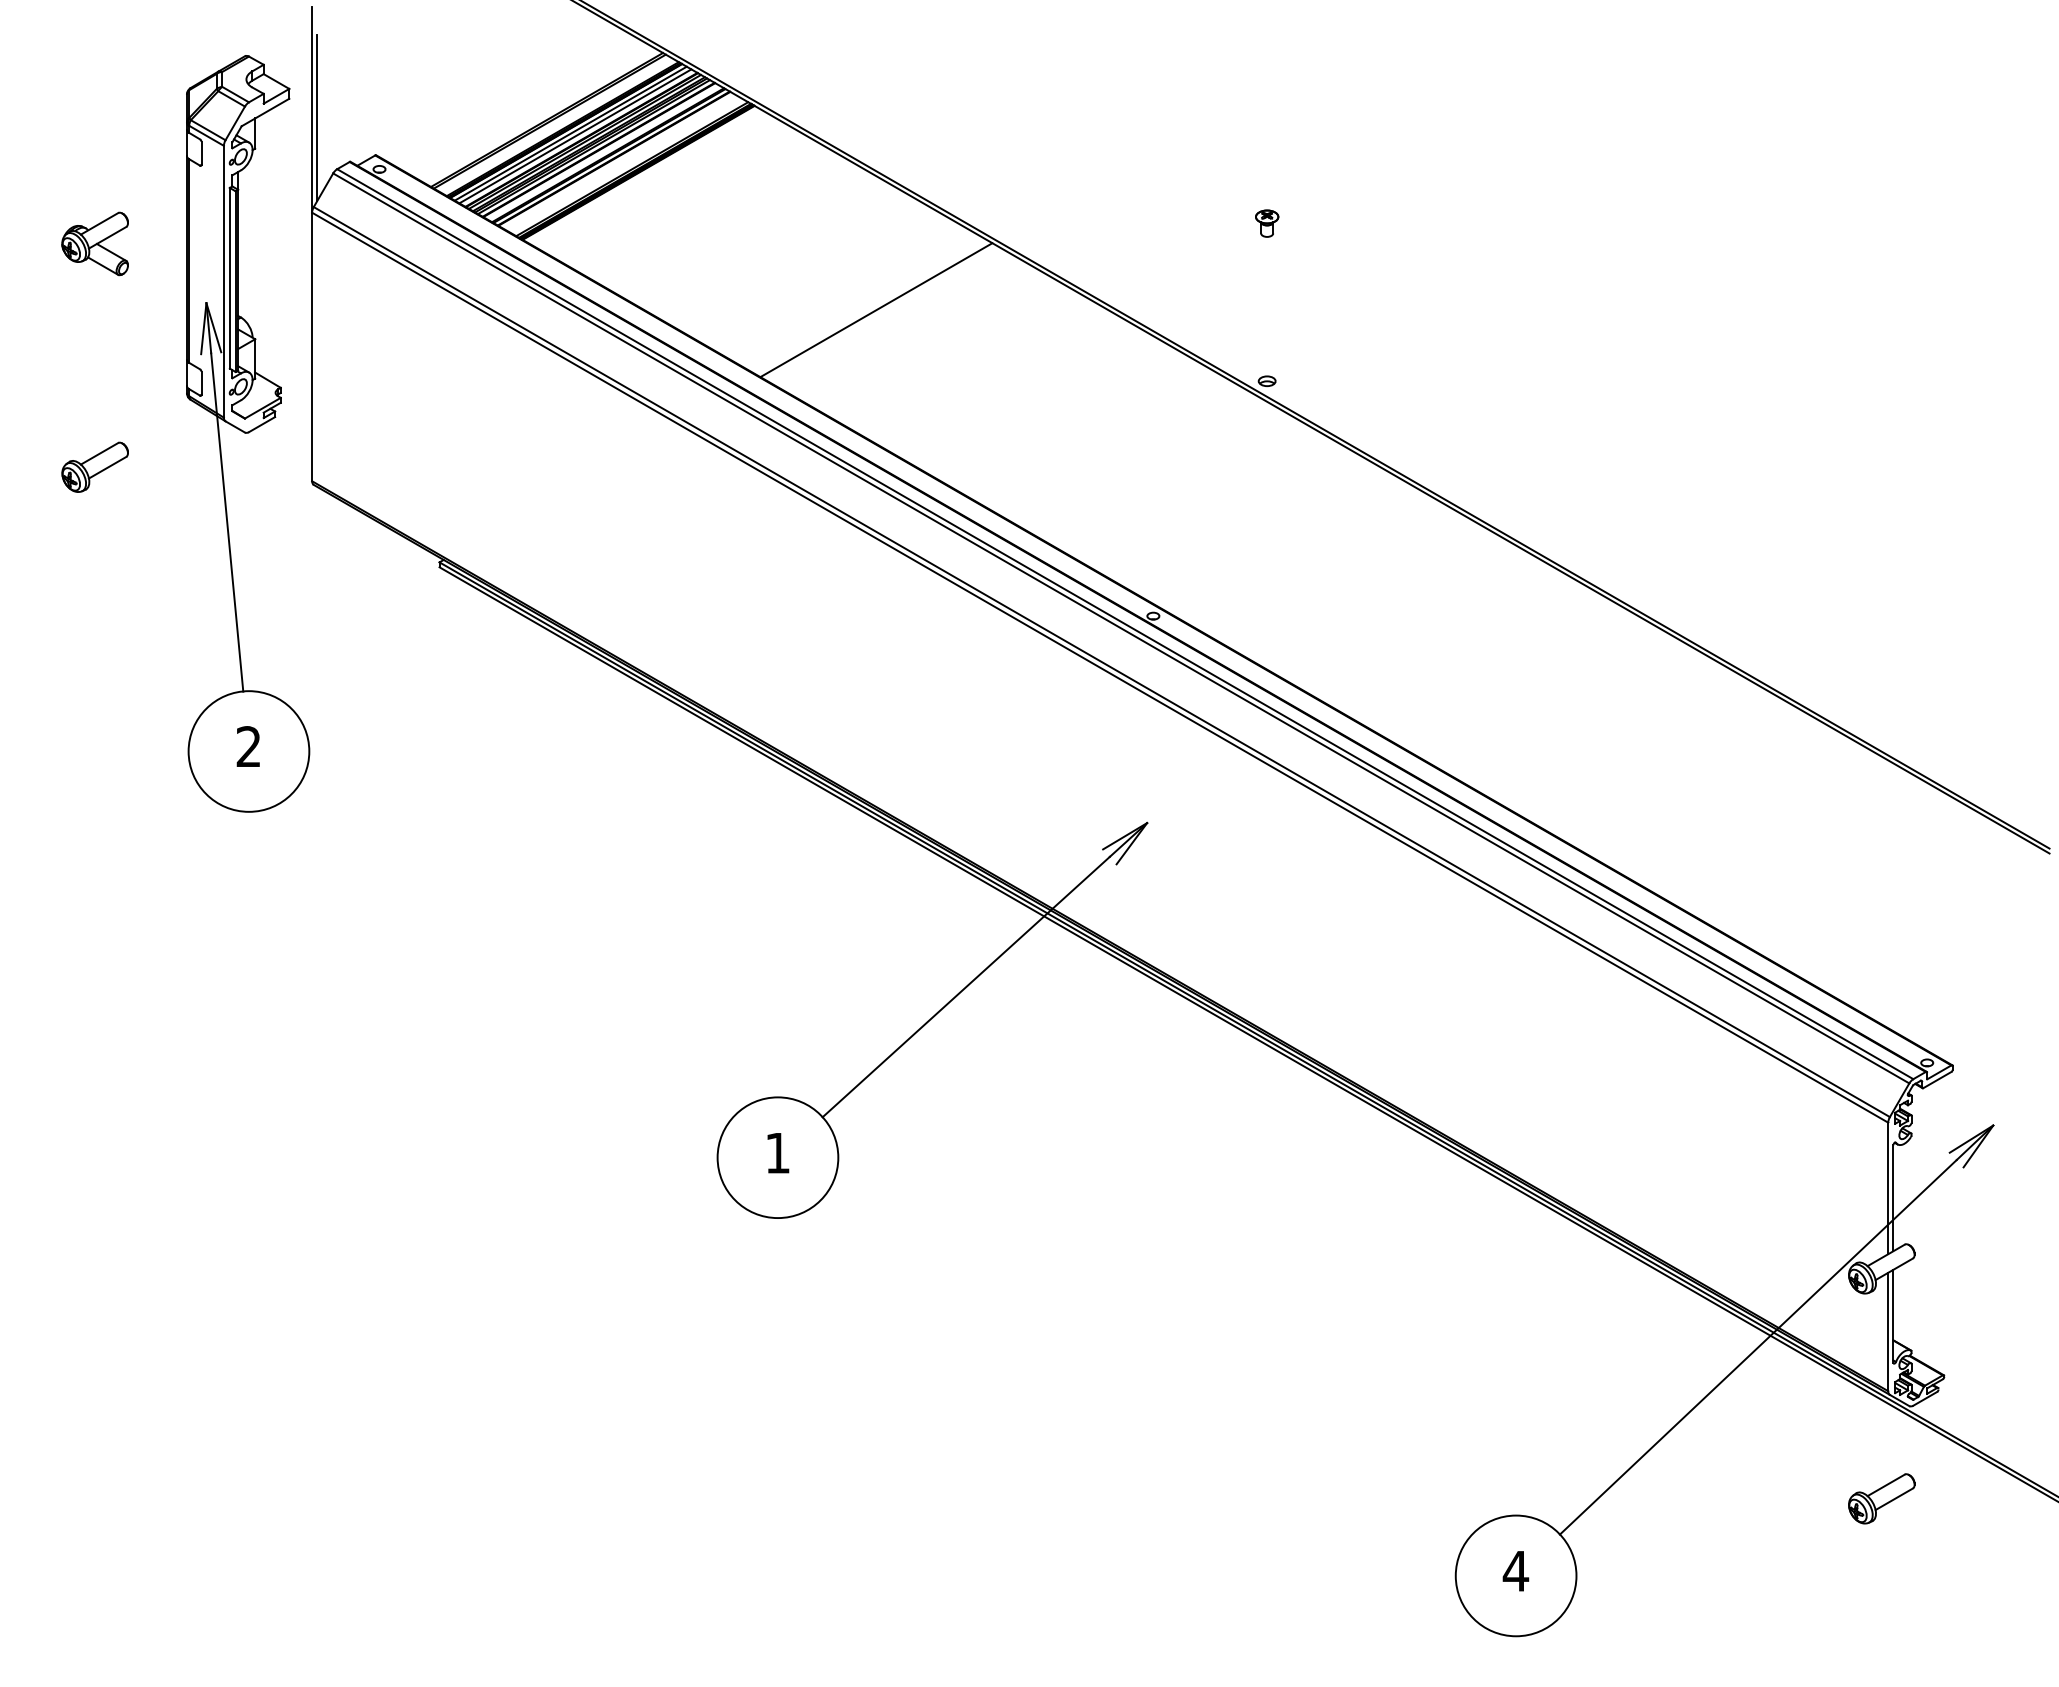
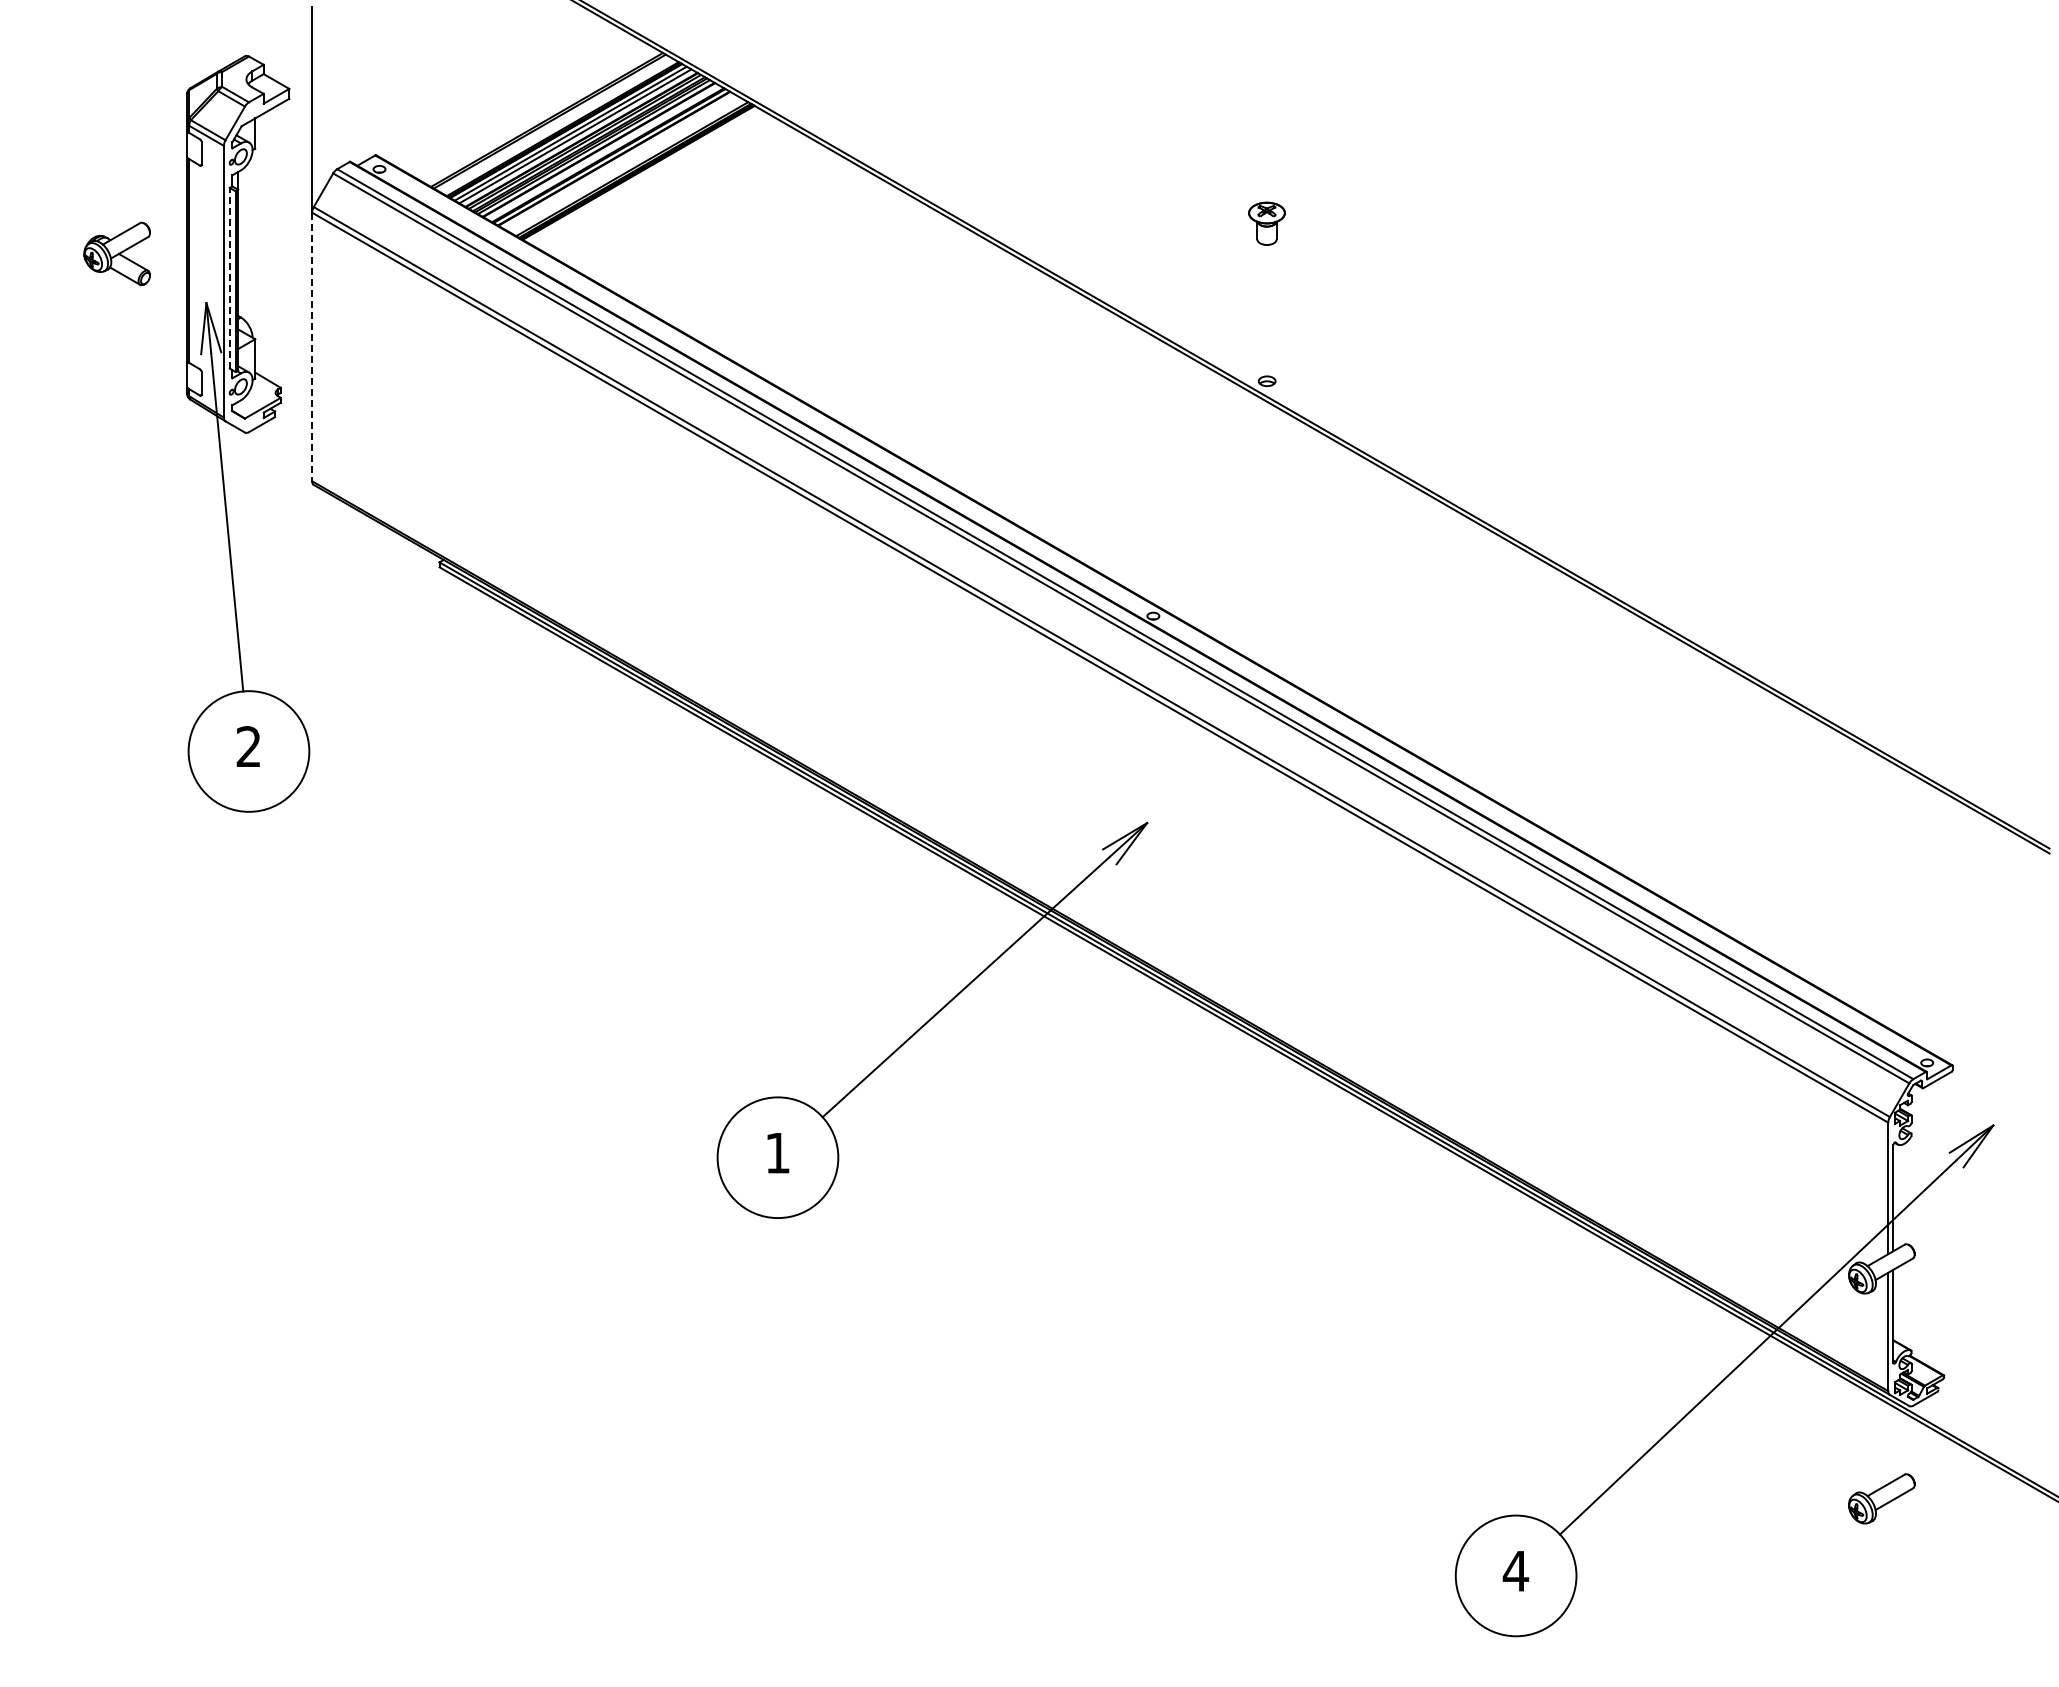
line at (317, 118): present -> none
part at (1267, 223) size: 25x29 px -> 38x45 px
part at (94, 243) position: (94, 243) -> (116, 253)
line at (229, 277): solid -> dashed
line at (876, 310): present -> none
line at (312, 347): solid -> dashed
part at (94, 466): present -> none
